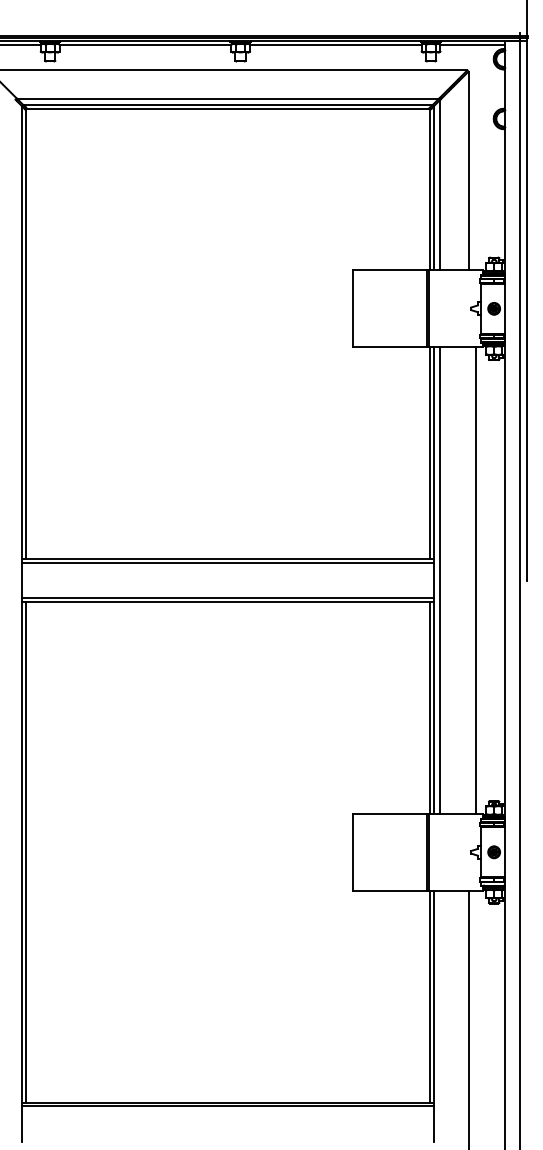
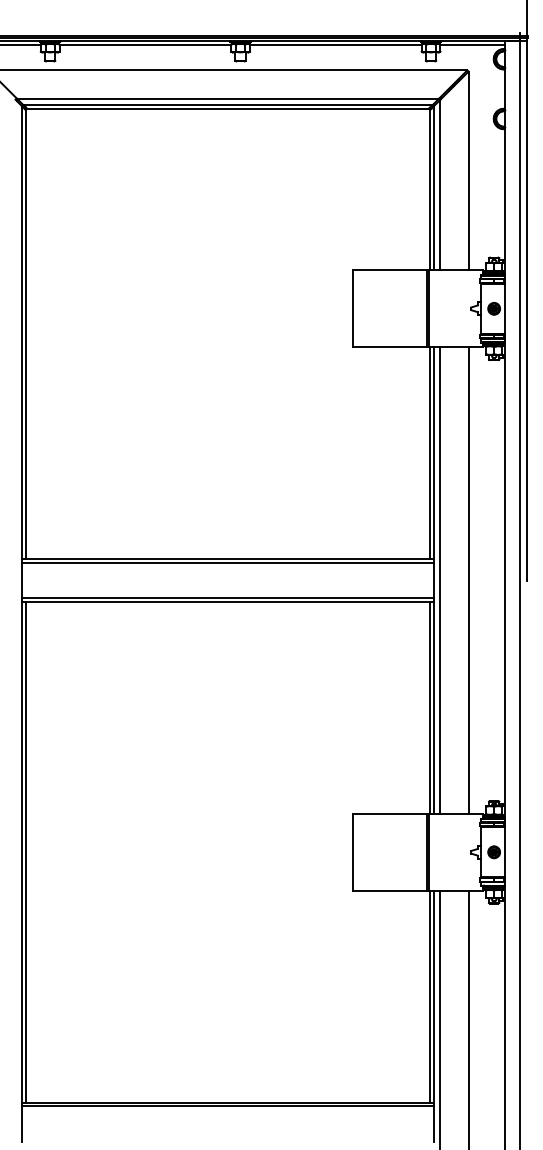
line at (475, 580) position: (475, 580) -> (468, 580)
line at (440, 1018): none -> present
